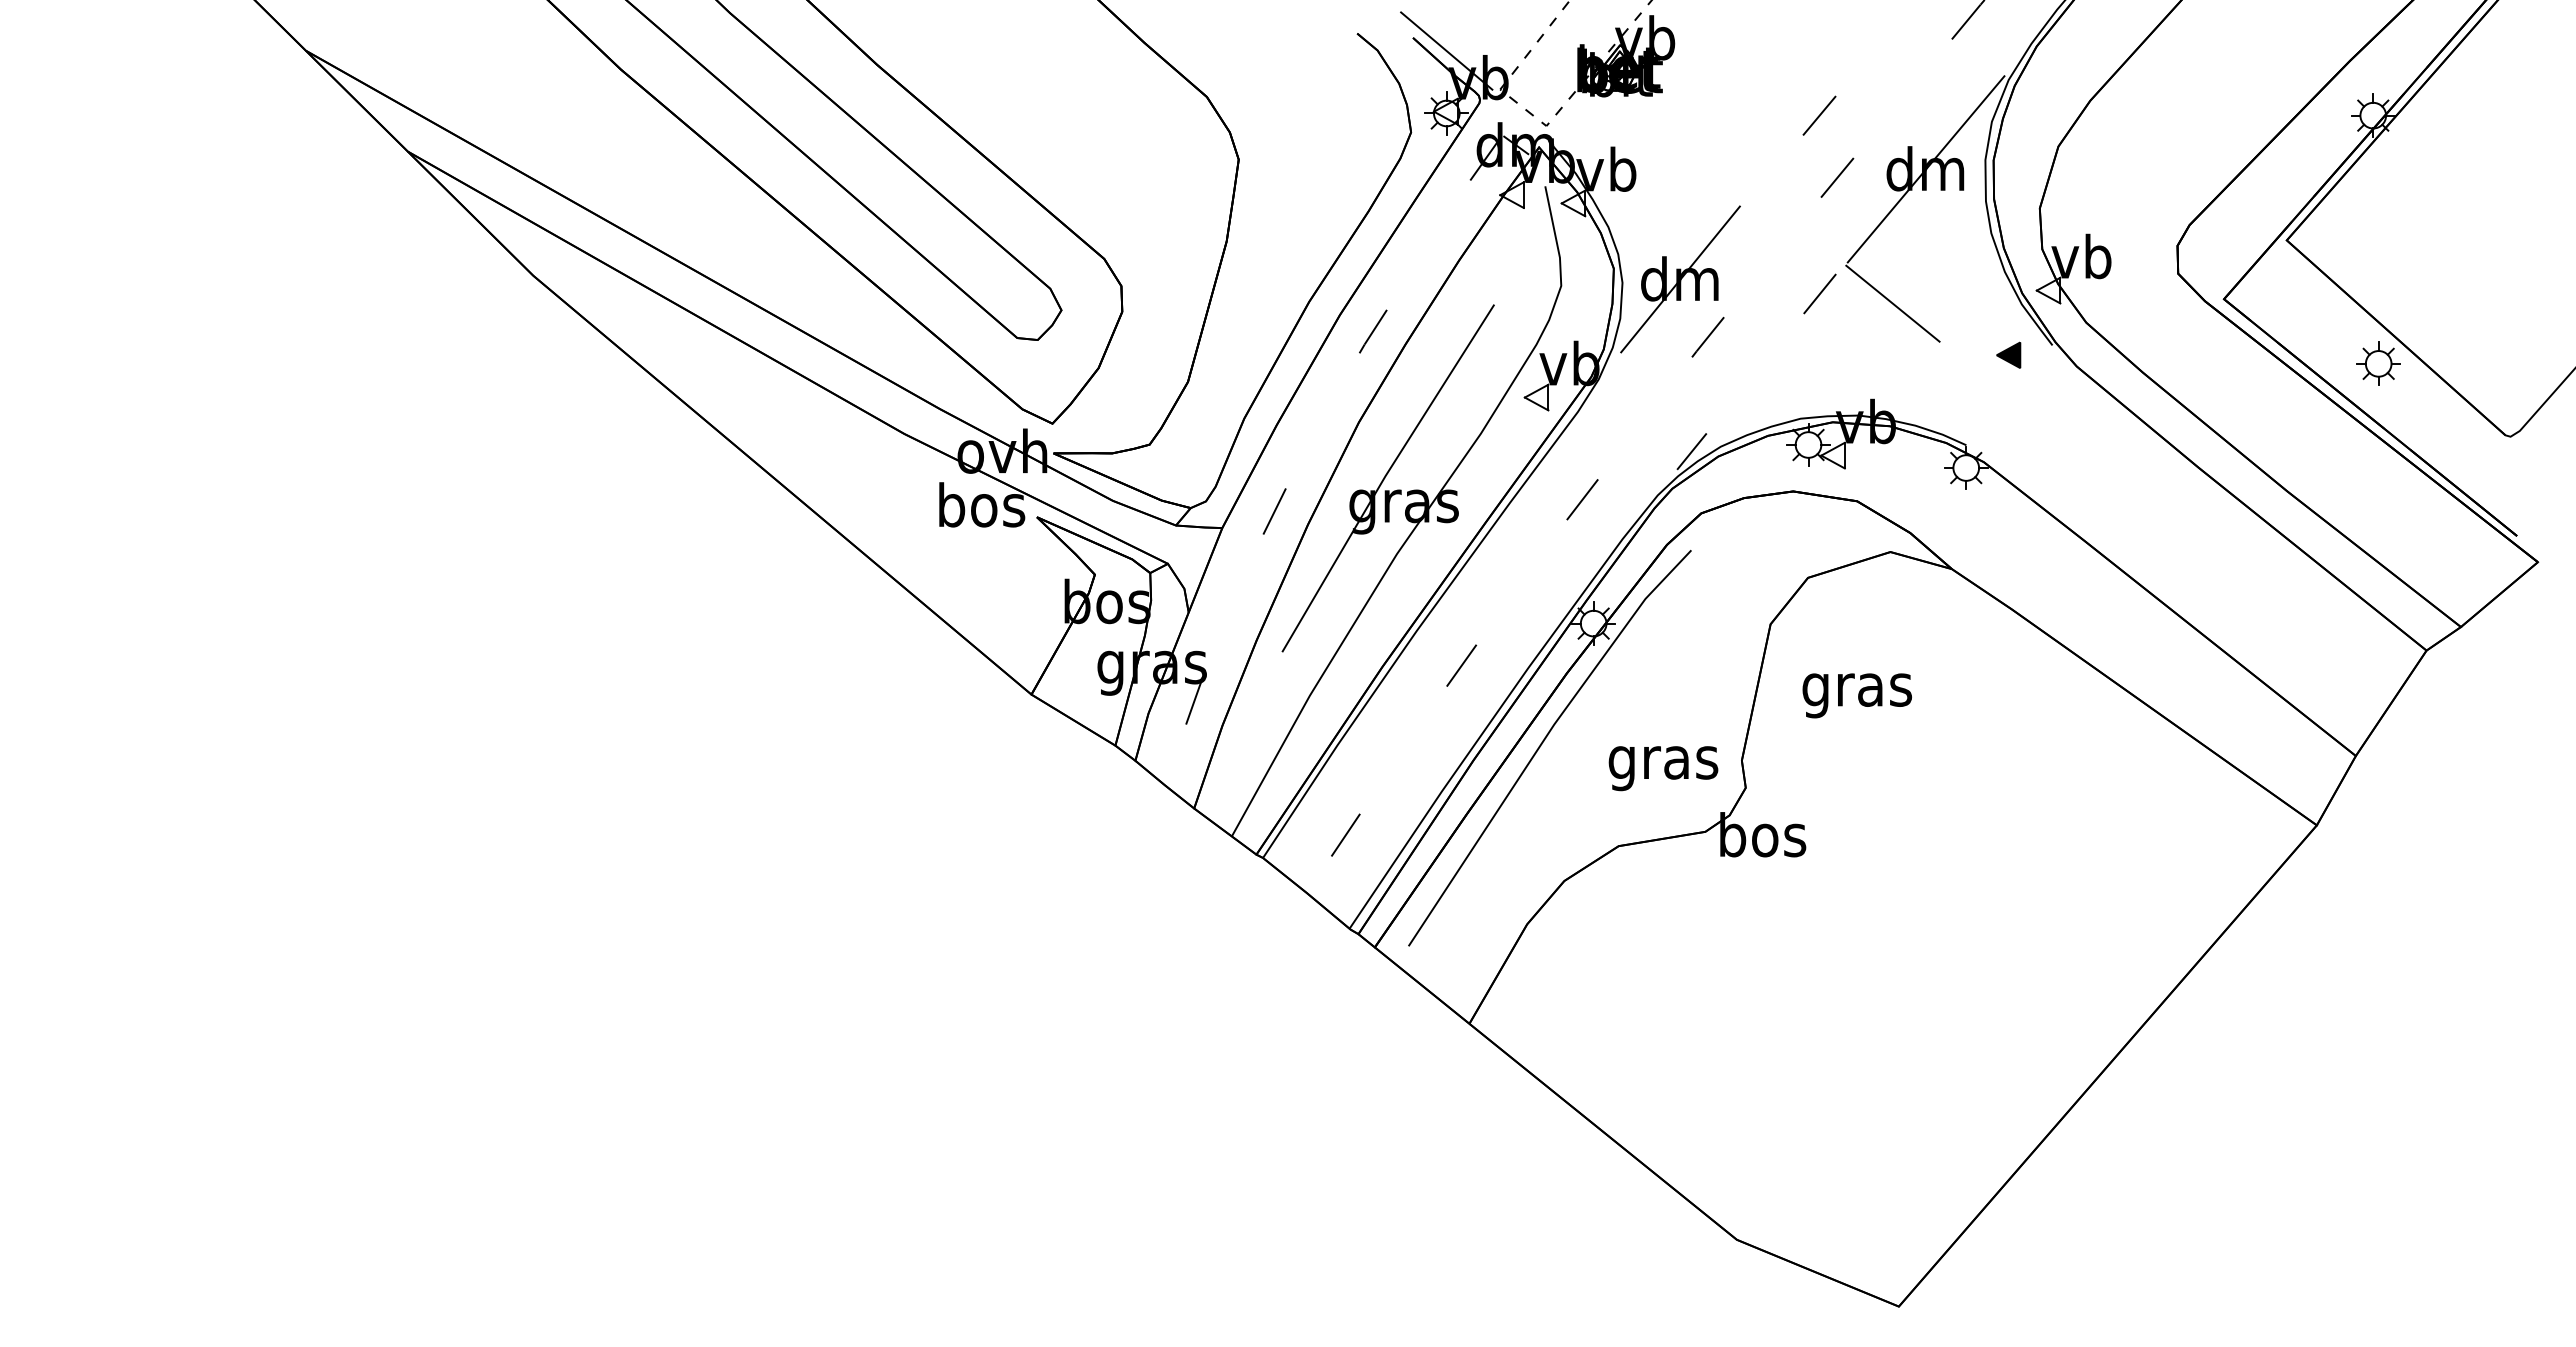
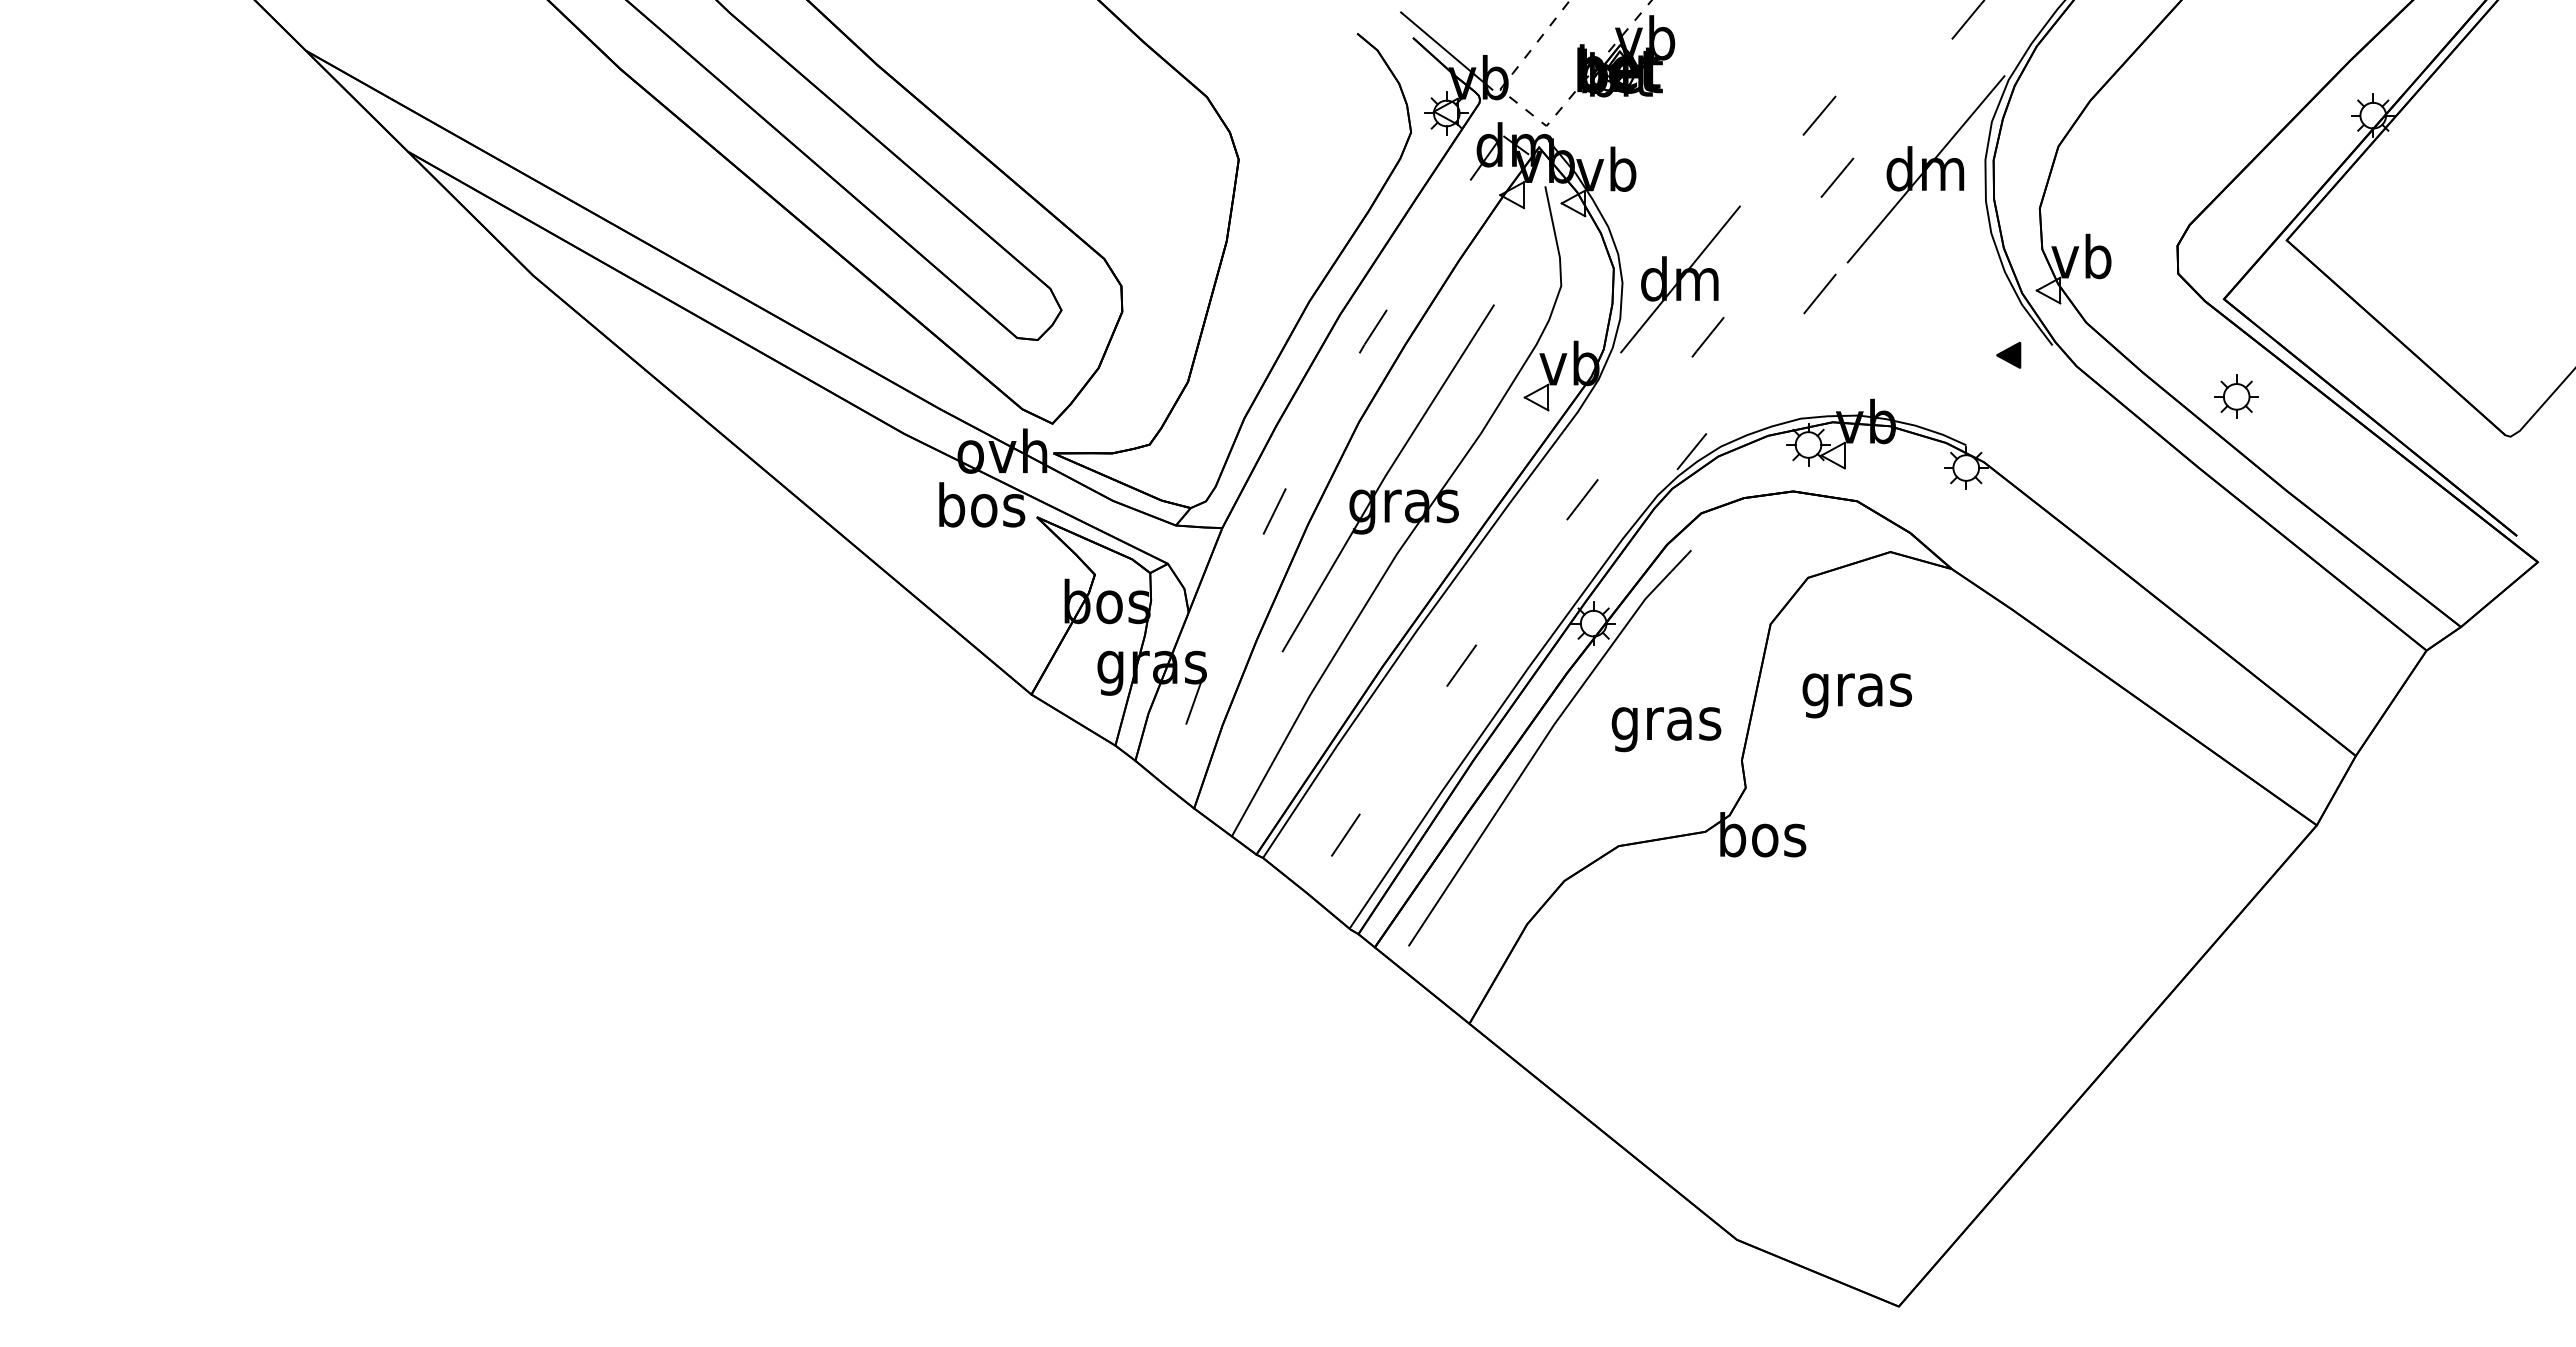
line at (1892, 303): present -> none
part at (2378, 363) position: (2378, 363) -> (2236, 396)
text at (1663, 768) position: (1663, 768) -> (1666, 729)
